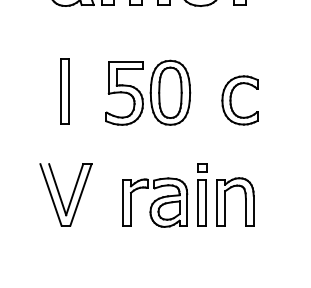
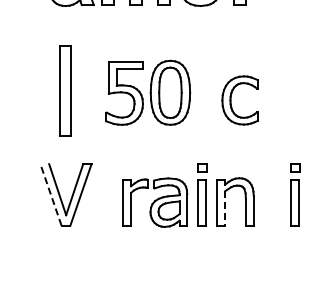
part at (64, 91) size: 10x67 px -> 13x92 px
line at (50, 194): solid -> dashed
part at (295, 194): none -> present
line at (225, 208): solid -> dashed
